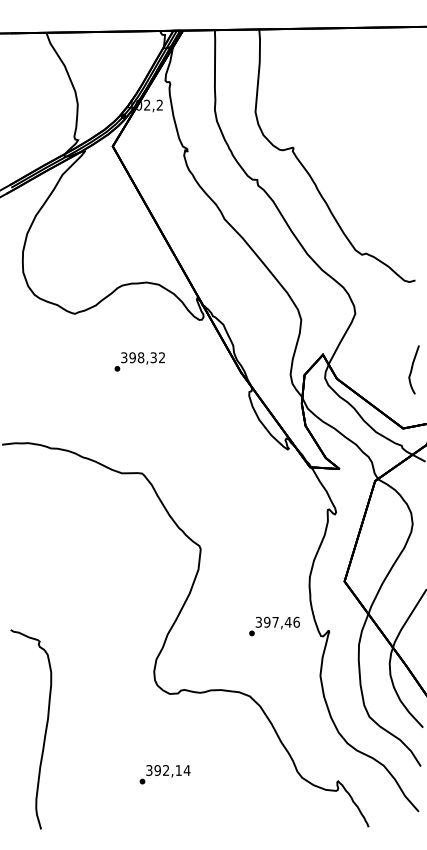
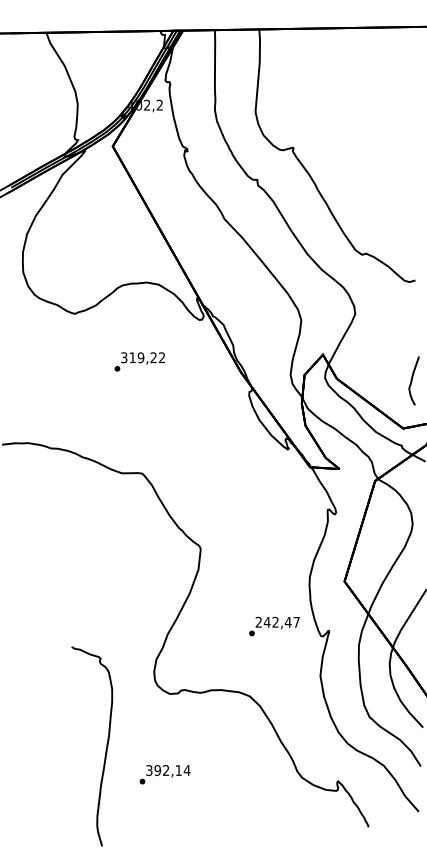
text at (142, 357): 398,32 -> 319,22
curve at (412, 369) position: (412, 369) -> (412, 380)
text at (277, 621): 397,46 -> 242,47
part at (44, 732) position: (44, 732) -> (105, 749)
